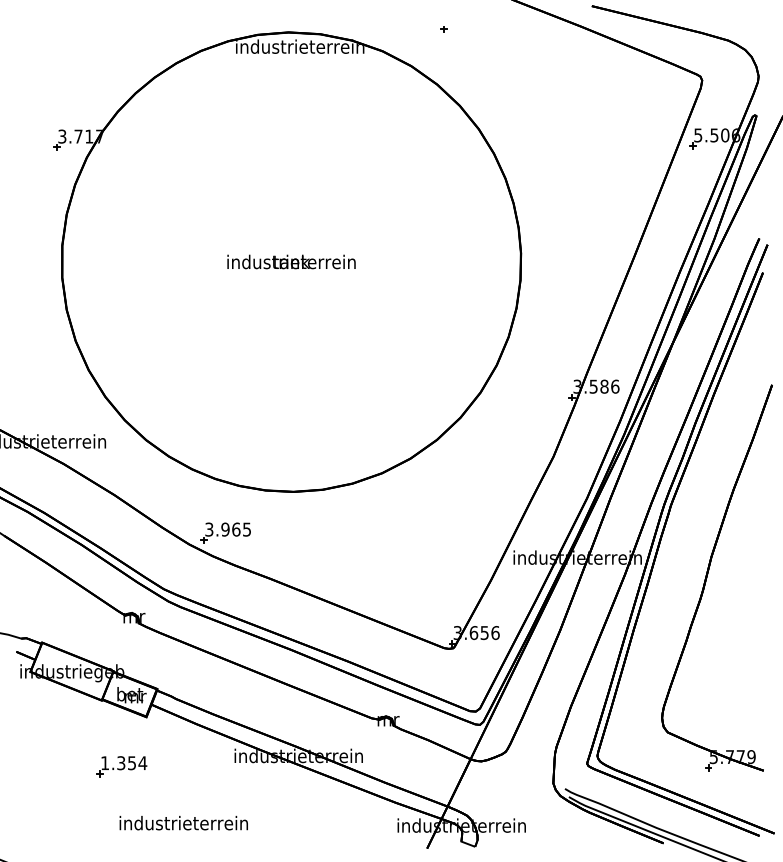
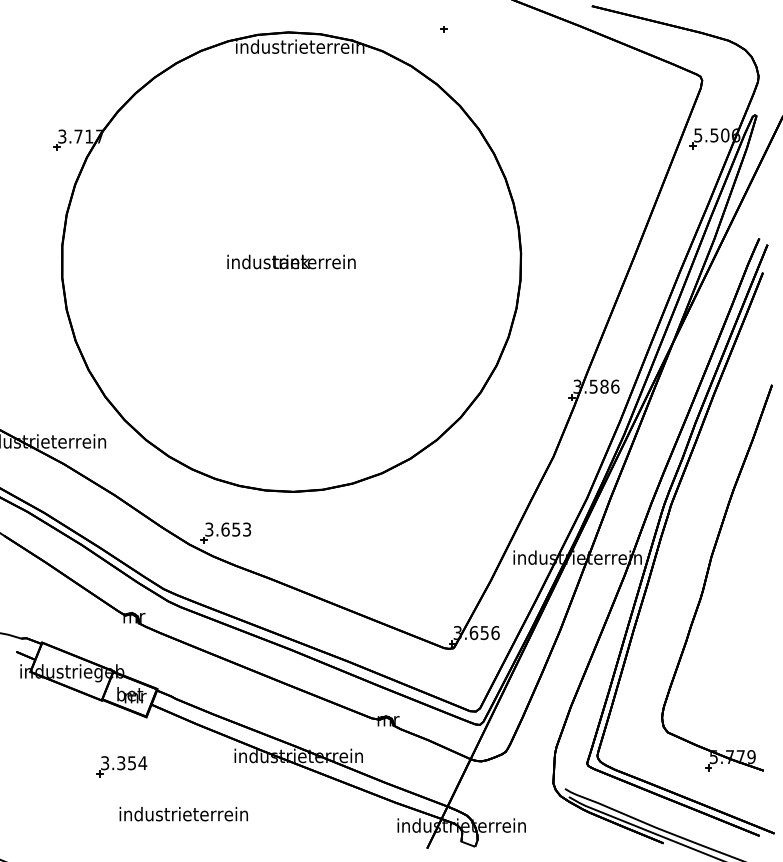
text at (236, 529): 3.965 -> 3.653
text at (105, 763): 1.354 -> 3.354
text at (183, 822) position: (183, 822) -> (183, 813)
